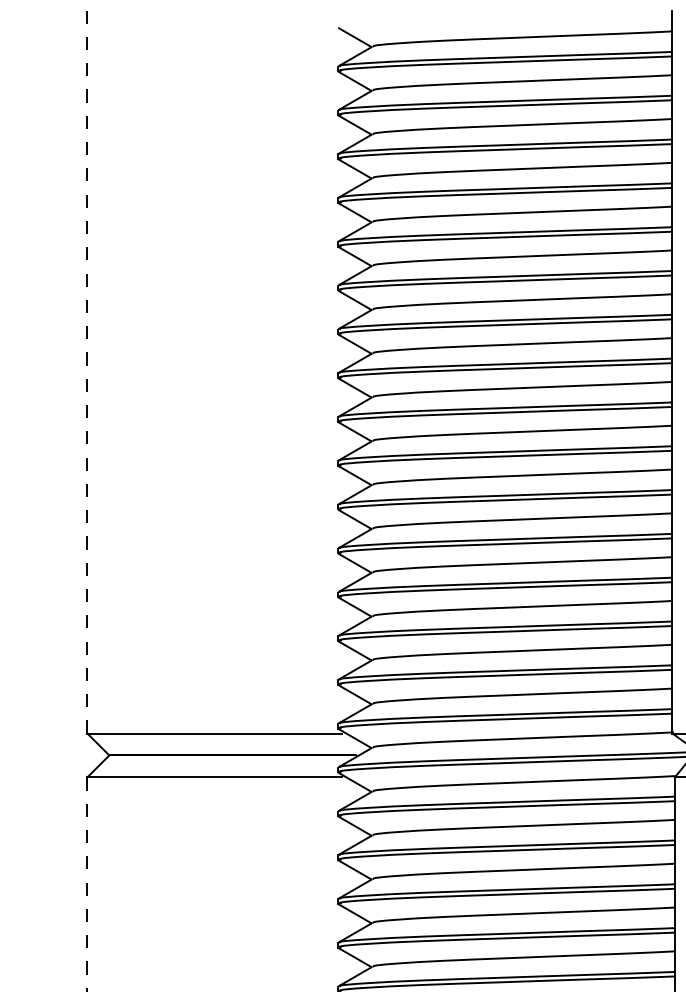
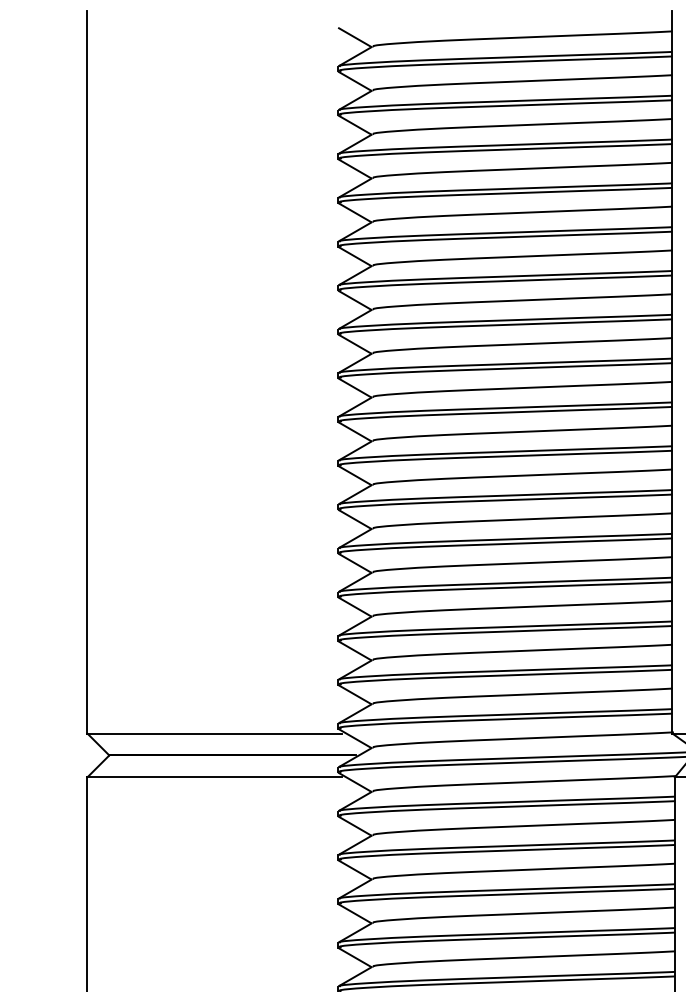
line at (87, 372): dashed -> solid
line at (87, 884): dashed -> solid
